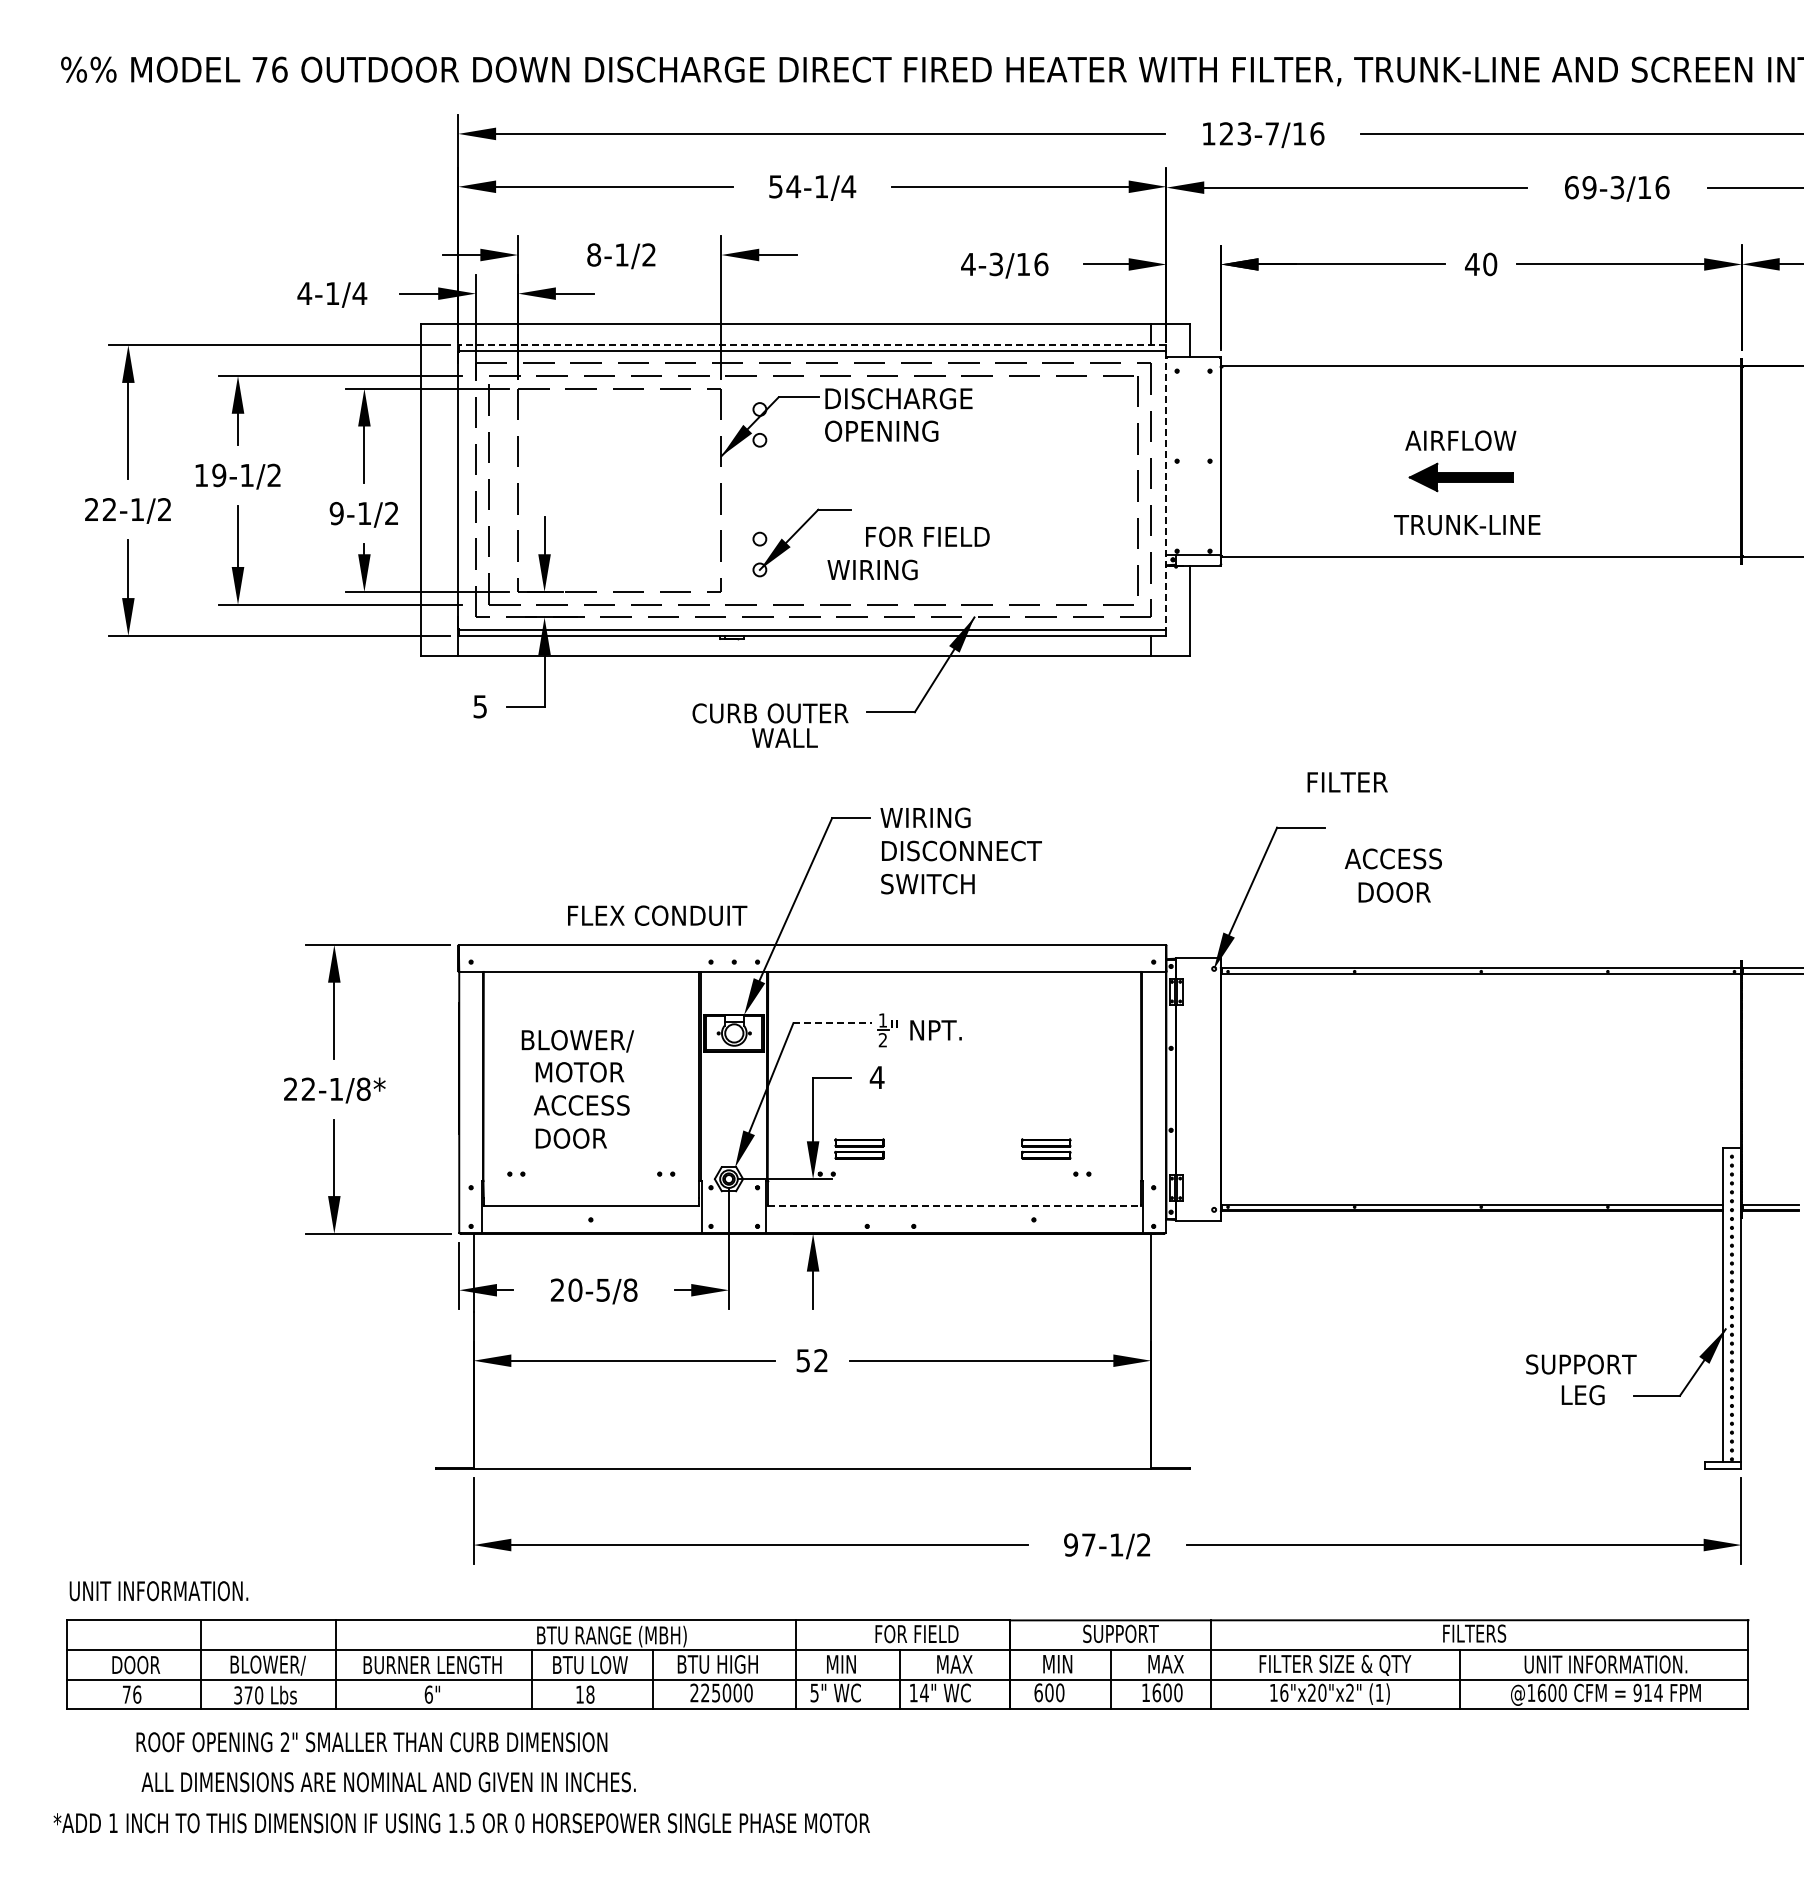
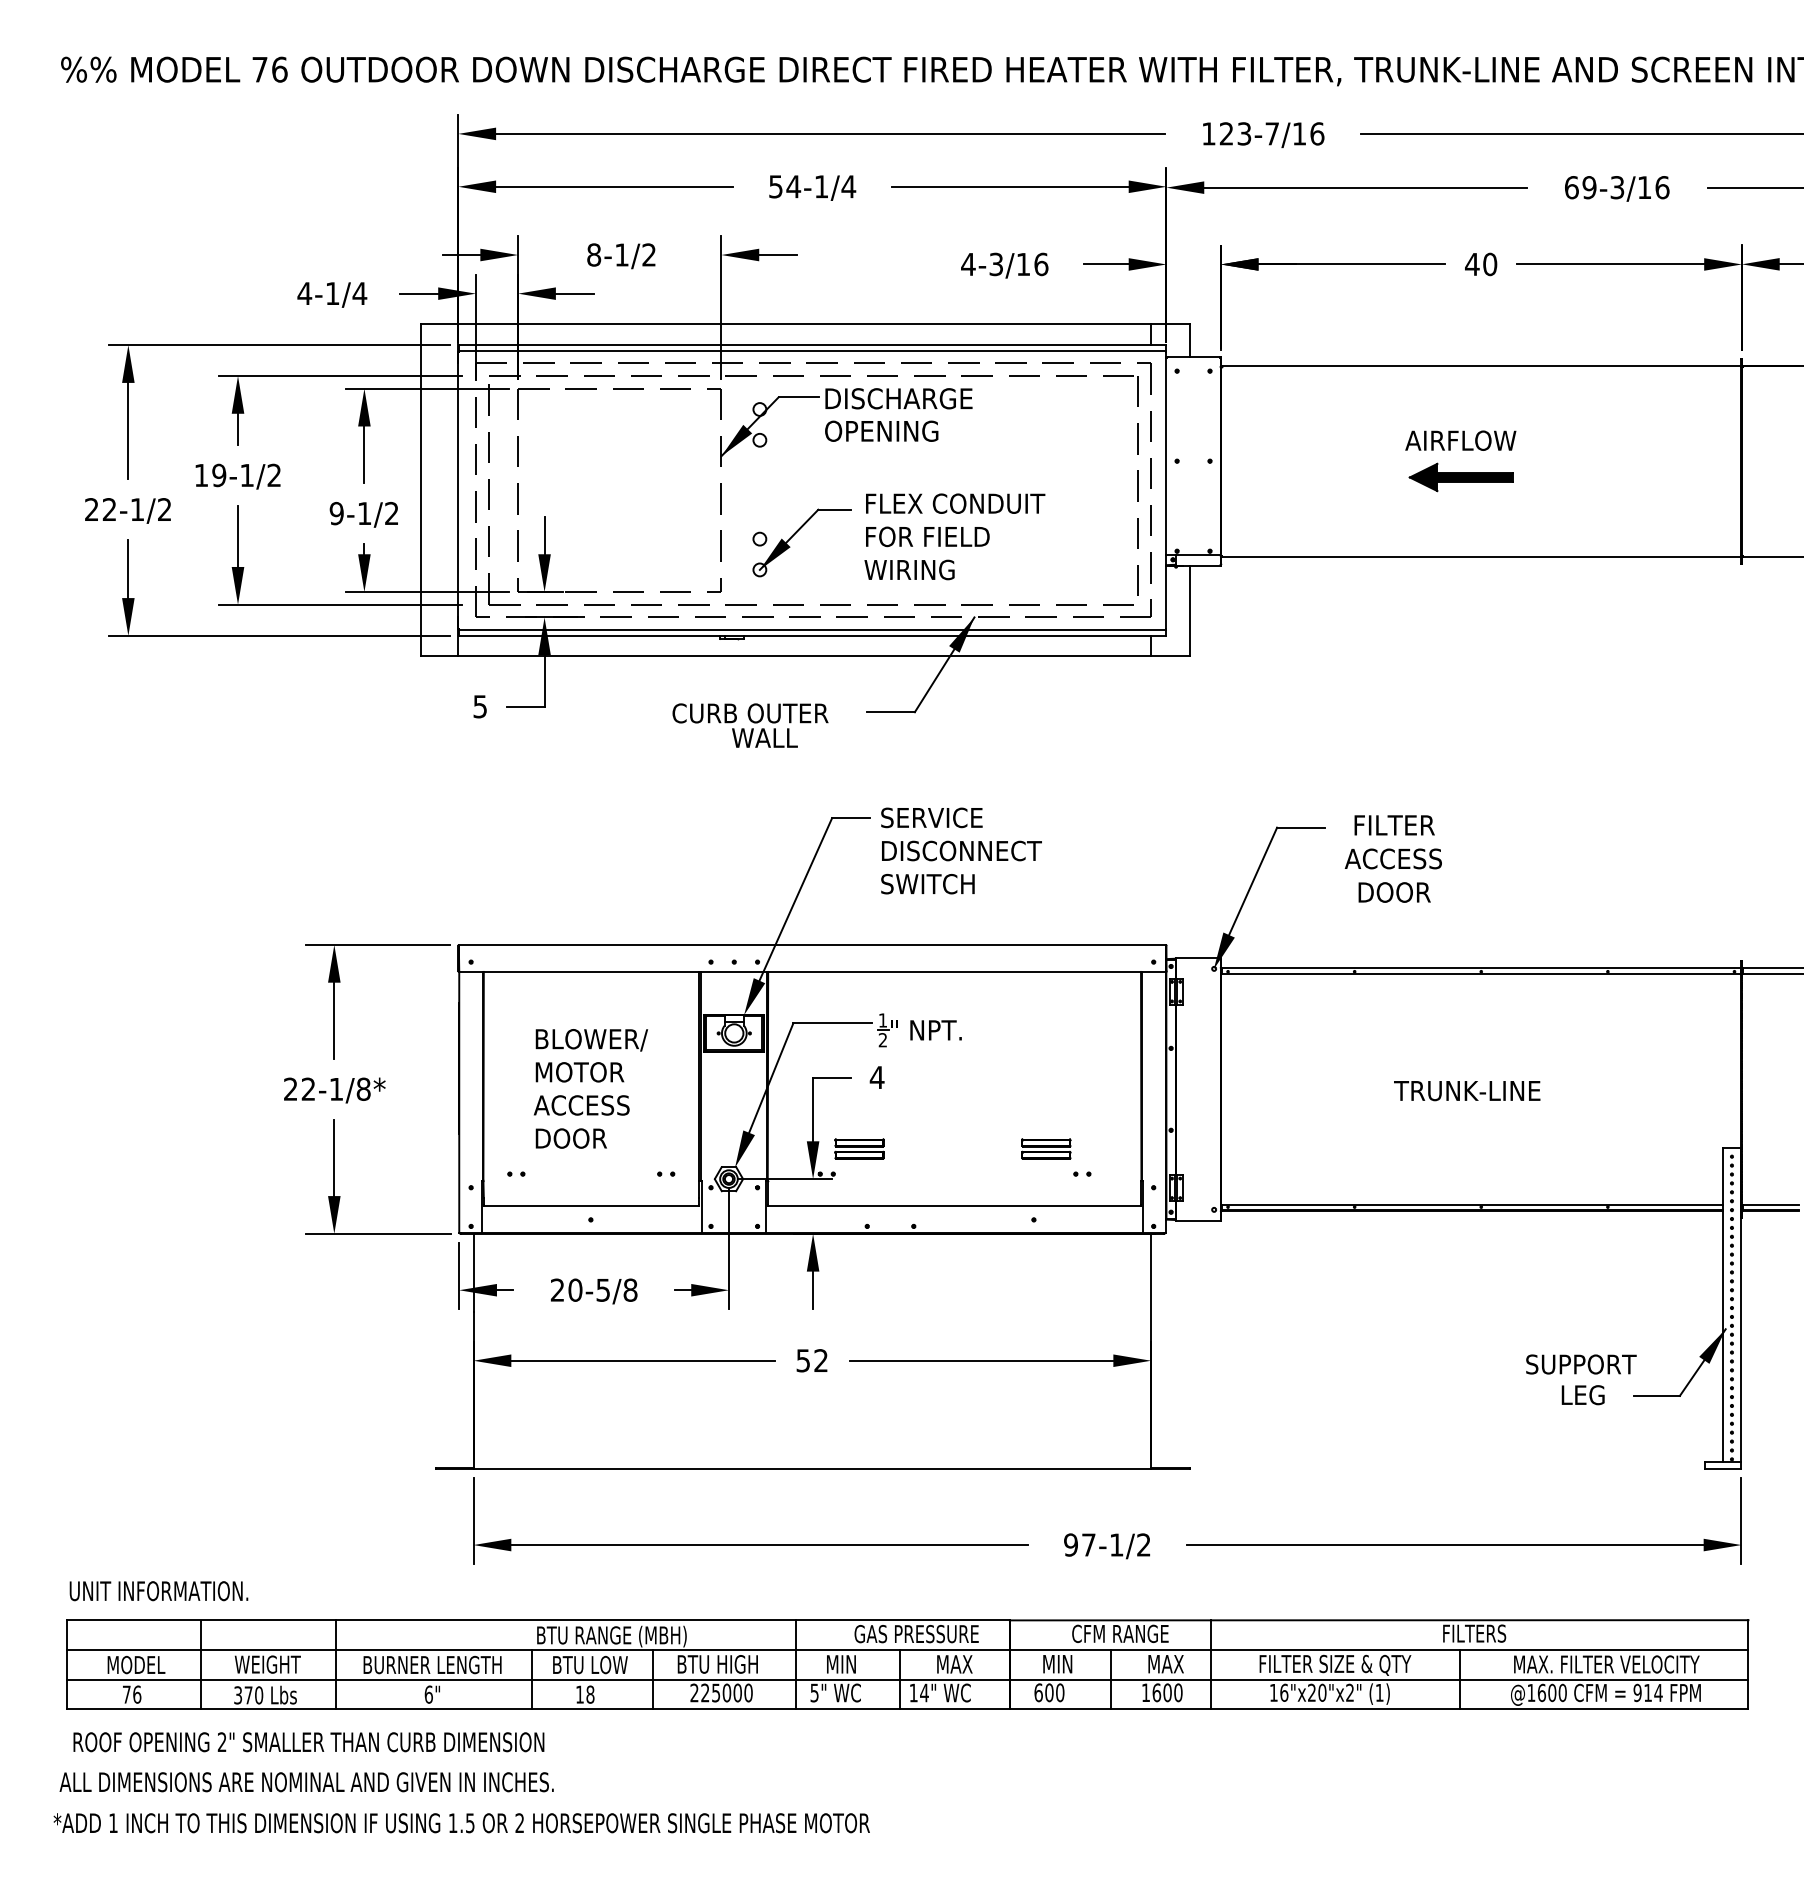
line at (811, 344): dashed -> solid
line at (1166, 490): dashed -> solid
text at (1467, 525) position: (1467, 525) -> (1467, 1091)
text at (872, 569) position: (872, 569) -> (909, 569)
text at (770, 725) position: (770, 725) -> (750, 725)
text at (1347, 782) position: (1347, 782) -> (1394, 825)
text at (931, 817): WIRING -> SERVICE
text at (657, 915) position: (657, 915) -> (955, 503)
line at (833, 1023): dashed -> solid
text at (577, 1041) position: (577, 1041) -> (591, 1040)
line at (955, 1206): dashed -> solid
text at (1120, 1633): SUPPORT -> CFM RANGE
text at (916, 1634): FOR FIELD -> GAS PRESSURE
text at (136, 1664): DOOR -> MODEL
text at (1606, 1664): UNIT INFORMATION. -> MAX. FILTER VELOCITY
text at (267, 1665): BLOWER/ -> WEIGHT
text at (371, 1742) position: (371, 1742) -> (308, 1742)
text at (388, 1782) position: (388, 1782) -> (306, 1782)
text at (519, 1823): 0 -> 2
